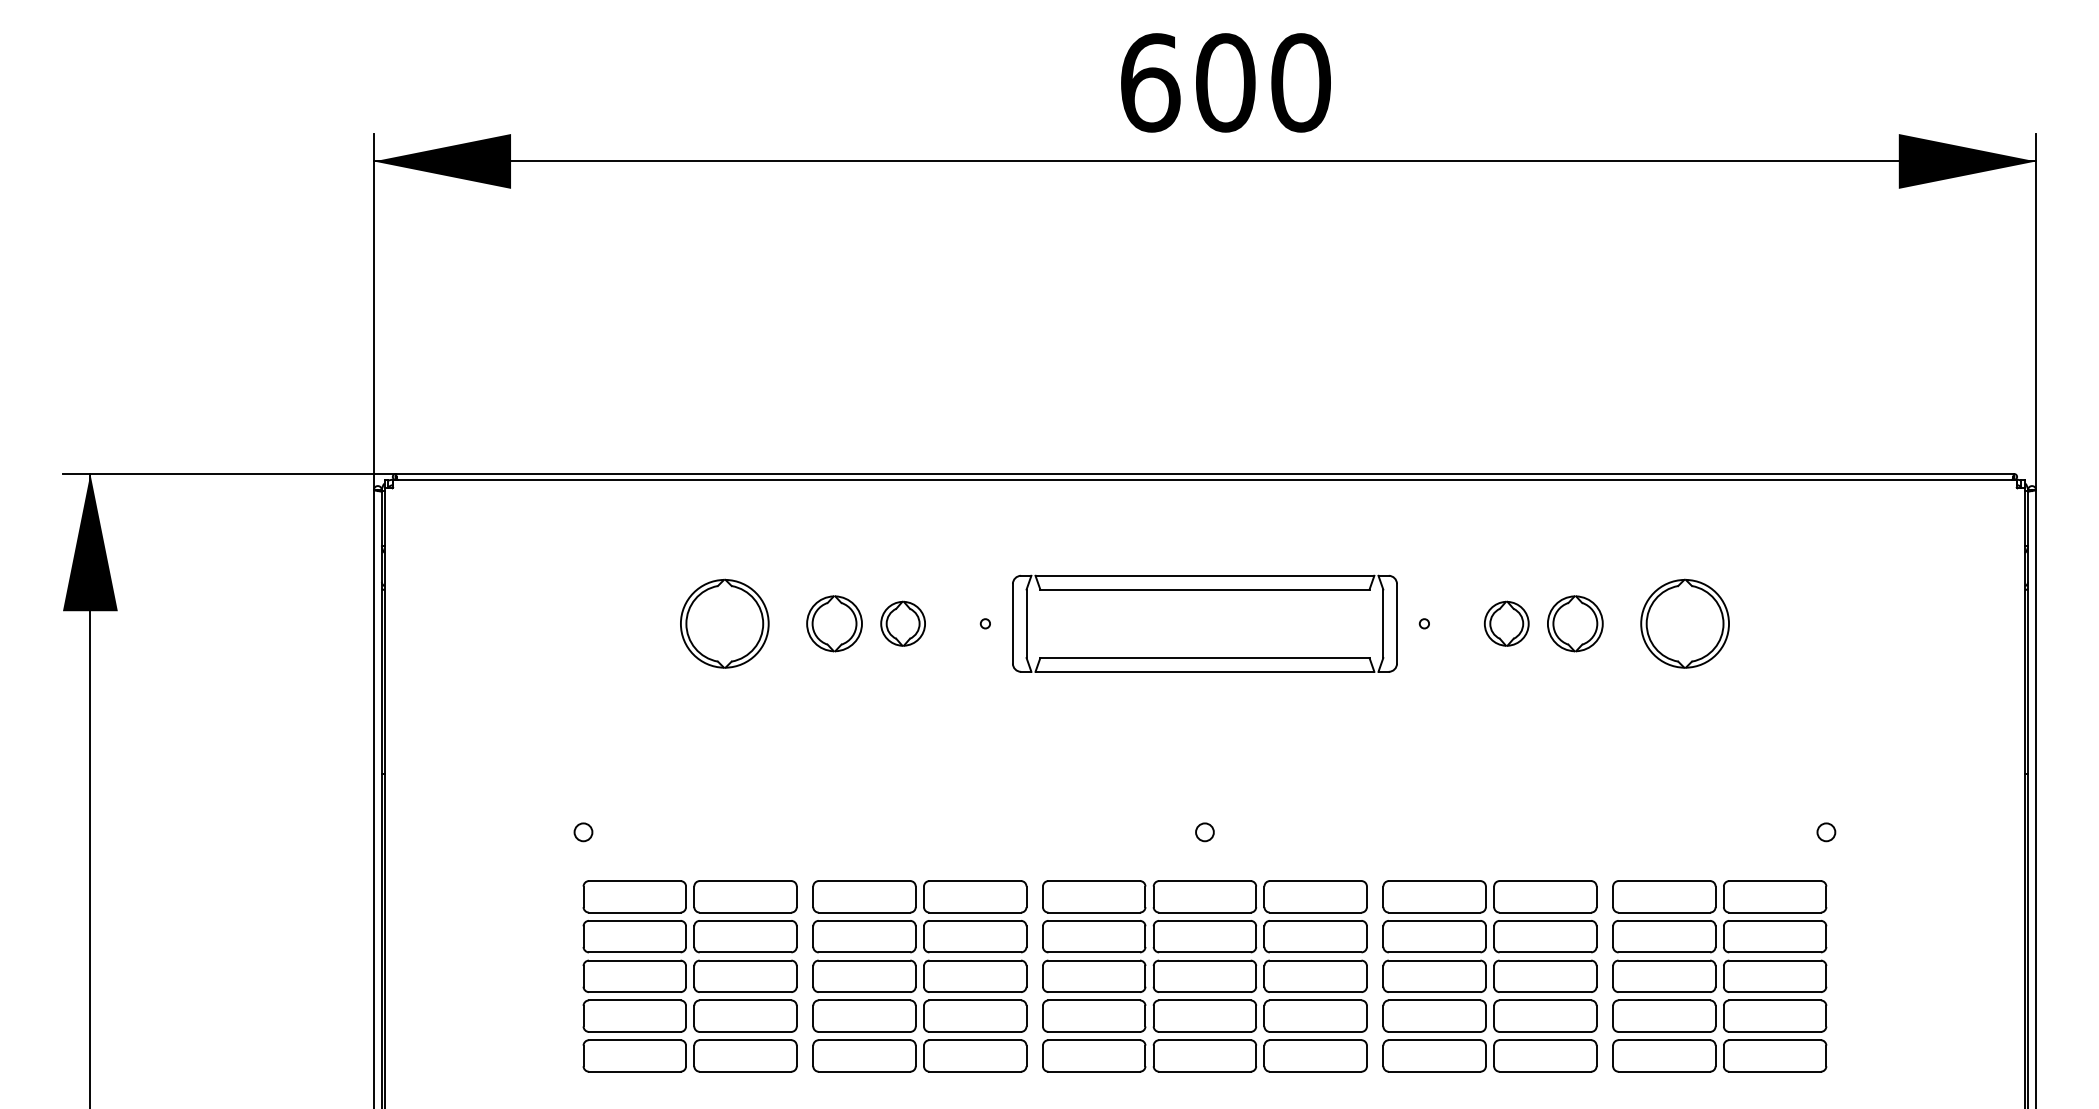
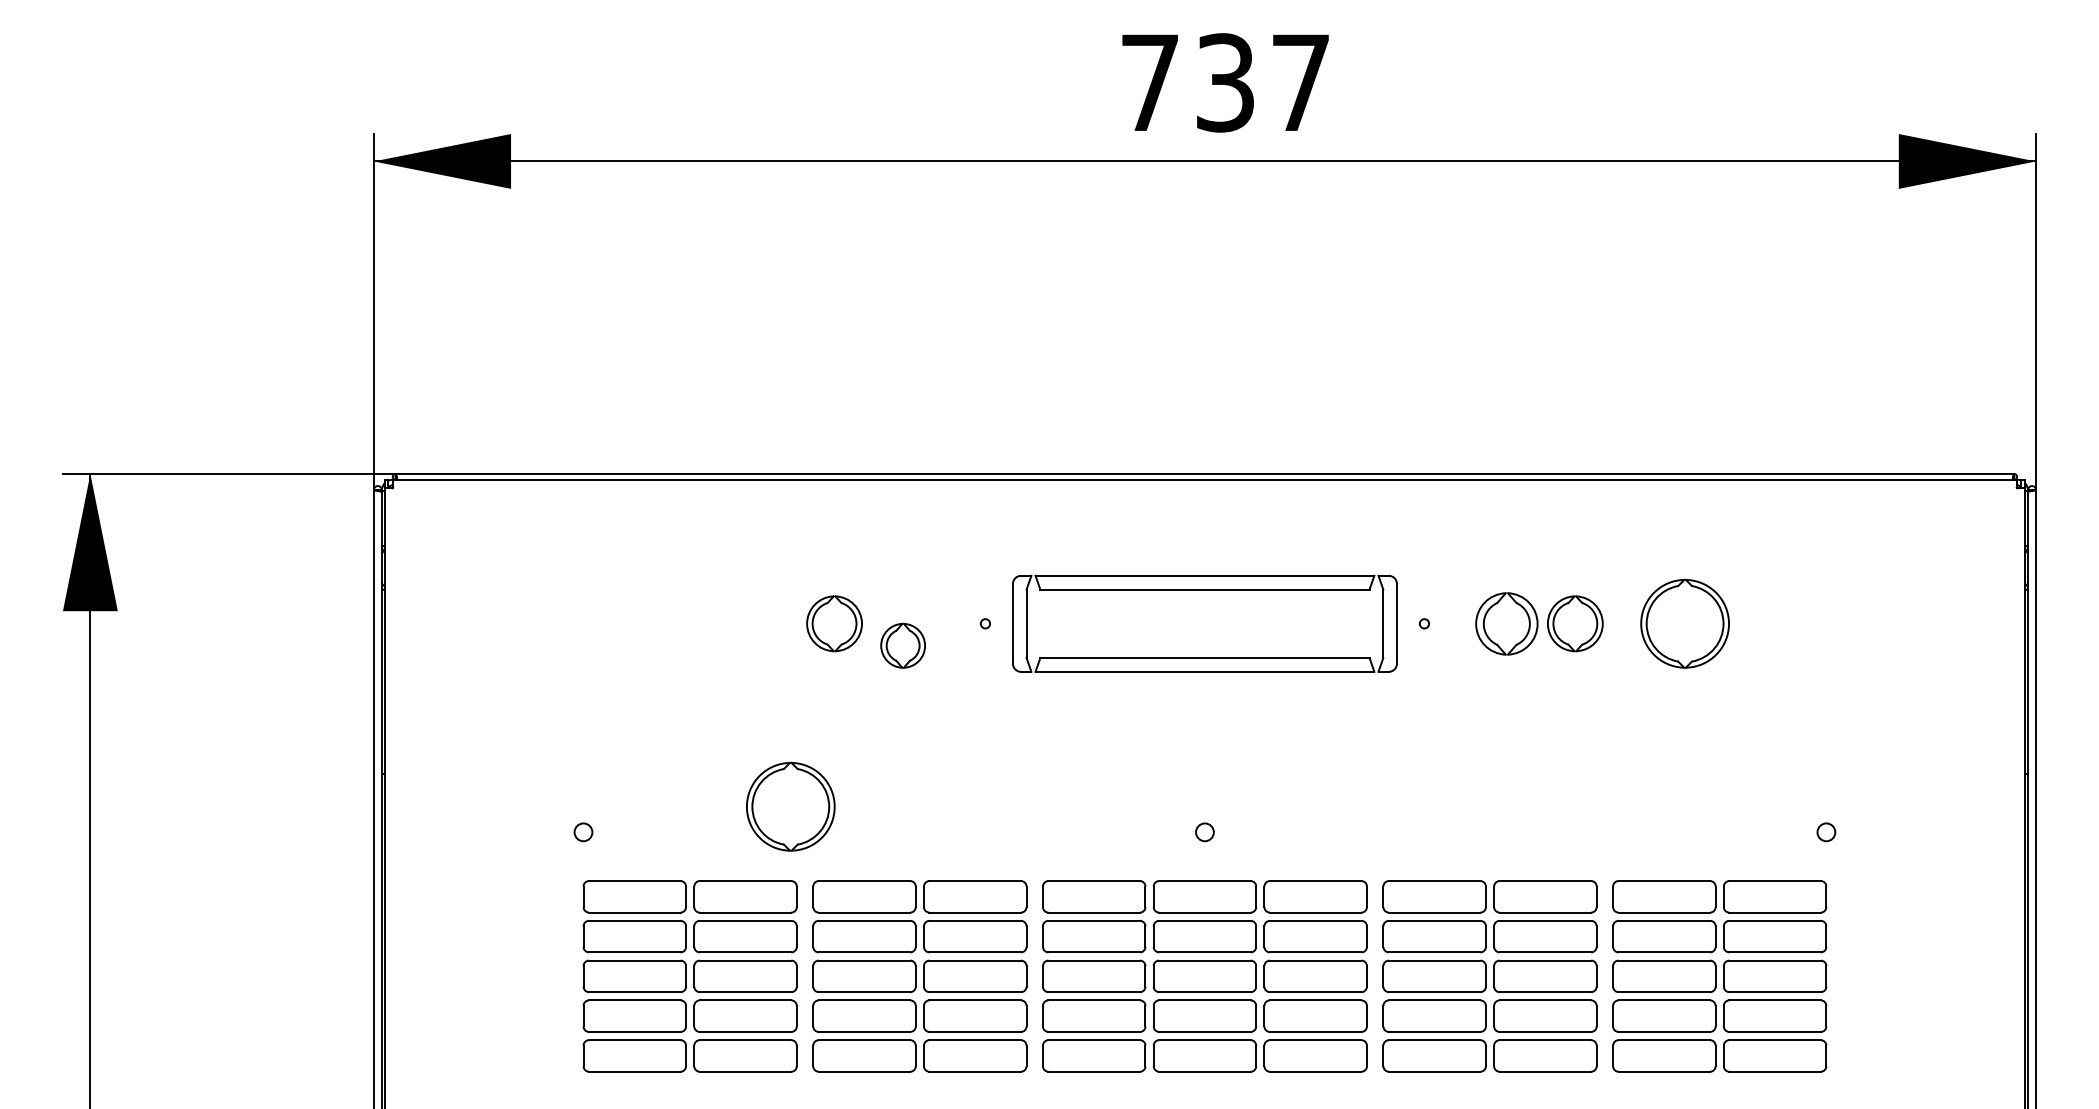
text at (1225, 82): 600 -> 737
part at (724, 623) position: (724, 623) -> (790, 806)
part at (902, 623) position: (902, 623) -> (902, 645)
part at (1506, 623) size: 47x47 px -> 64x64 px
